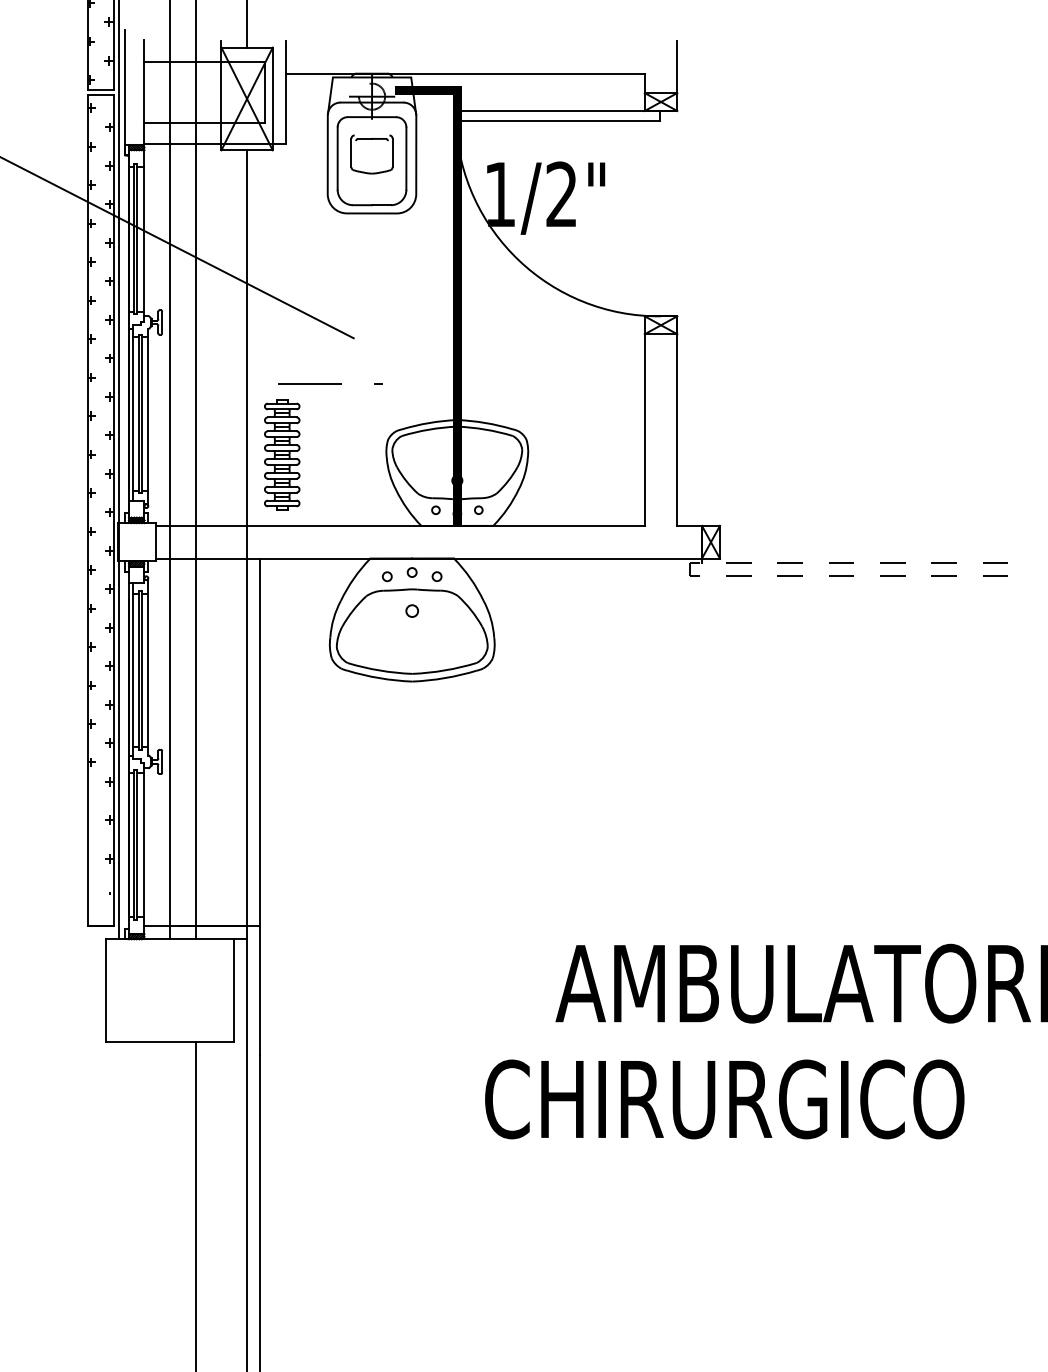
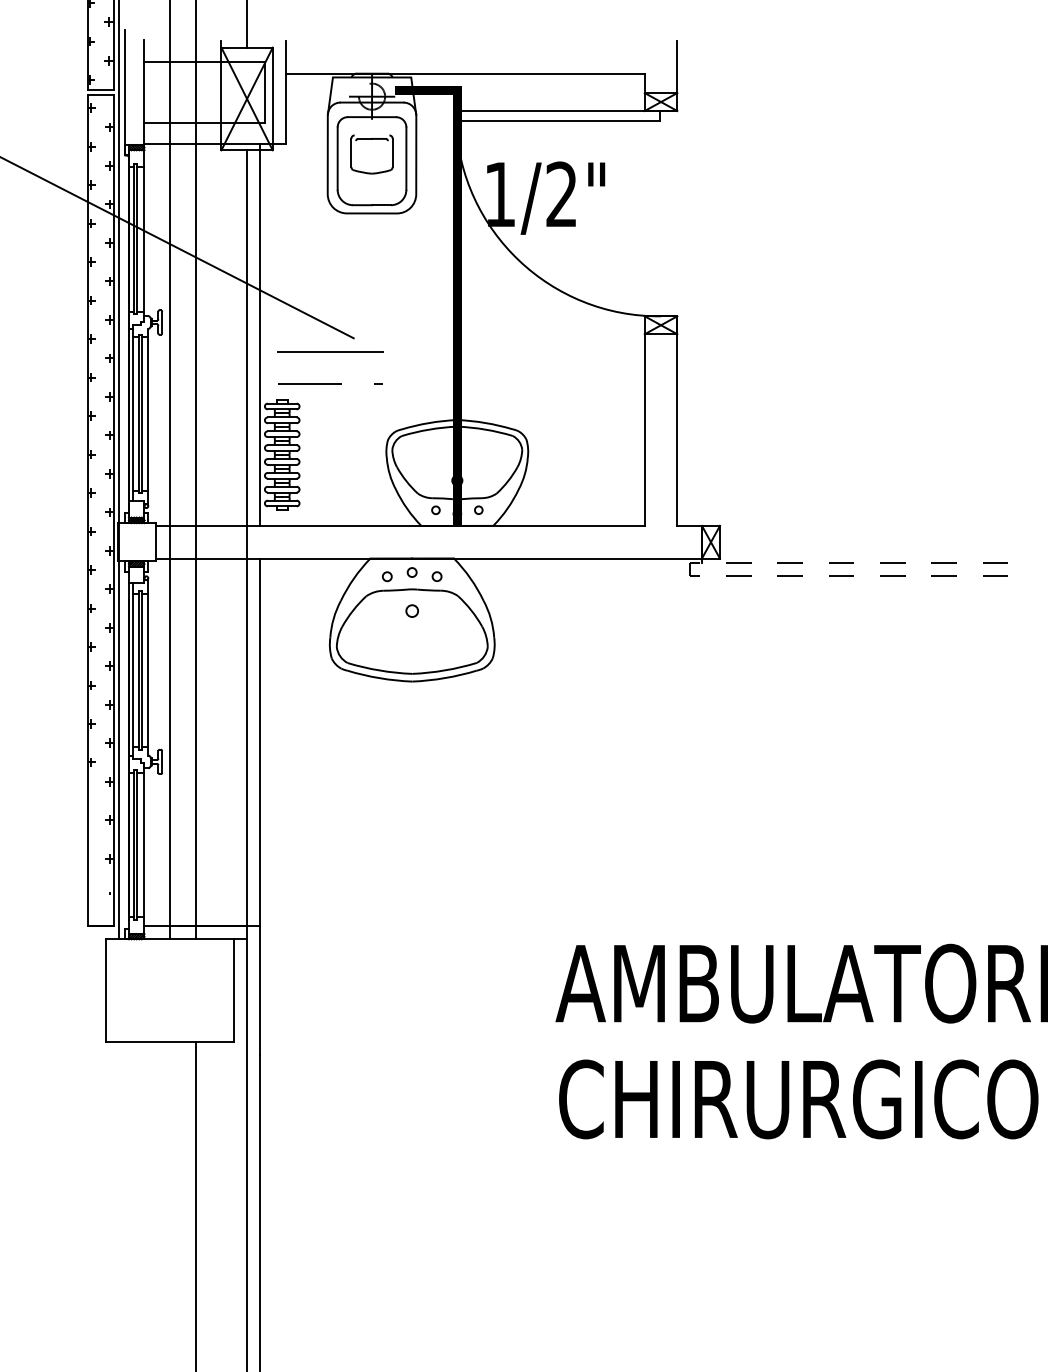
line at (259, 334): none -> present
line at (330, 351): none -> present
text at (724, 1099) position: (724, 1099) -> (798, 1099)
